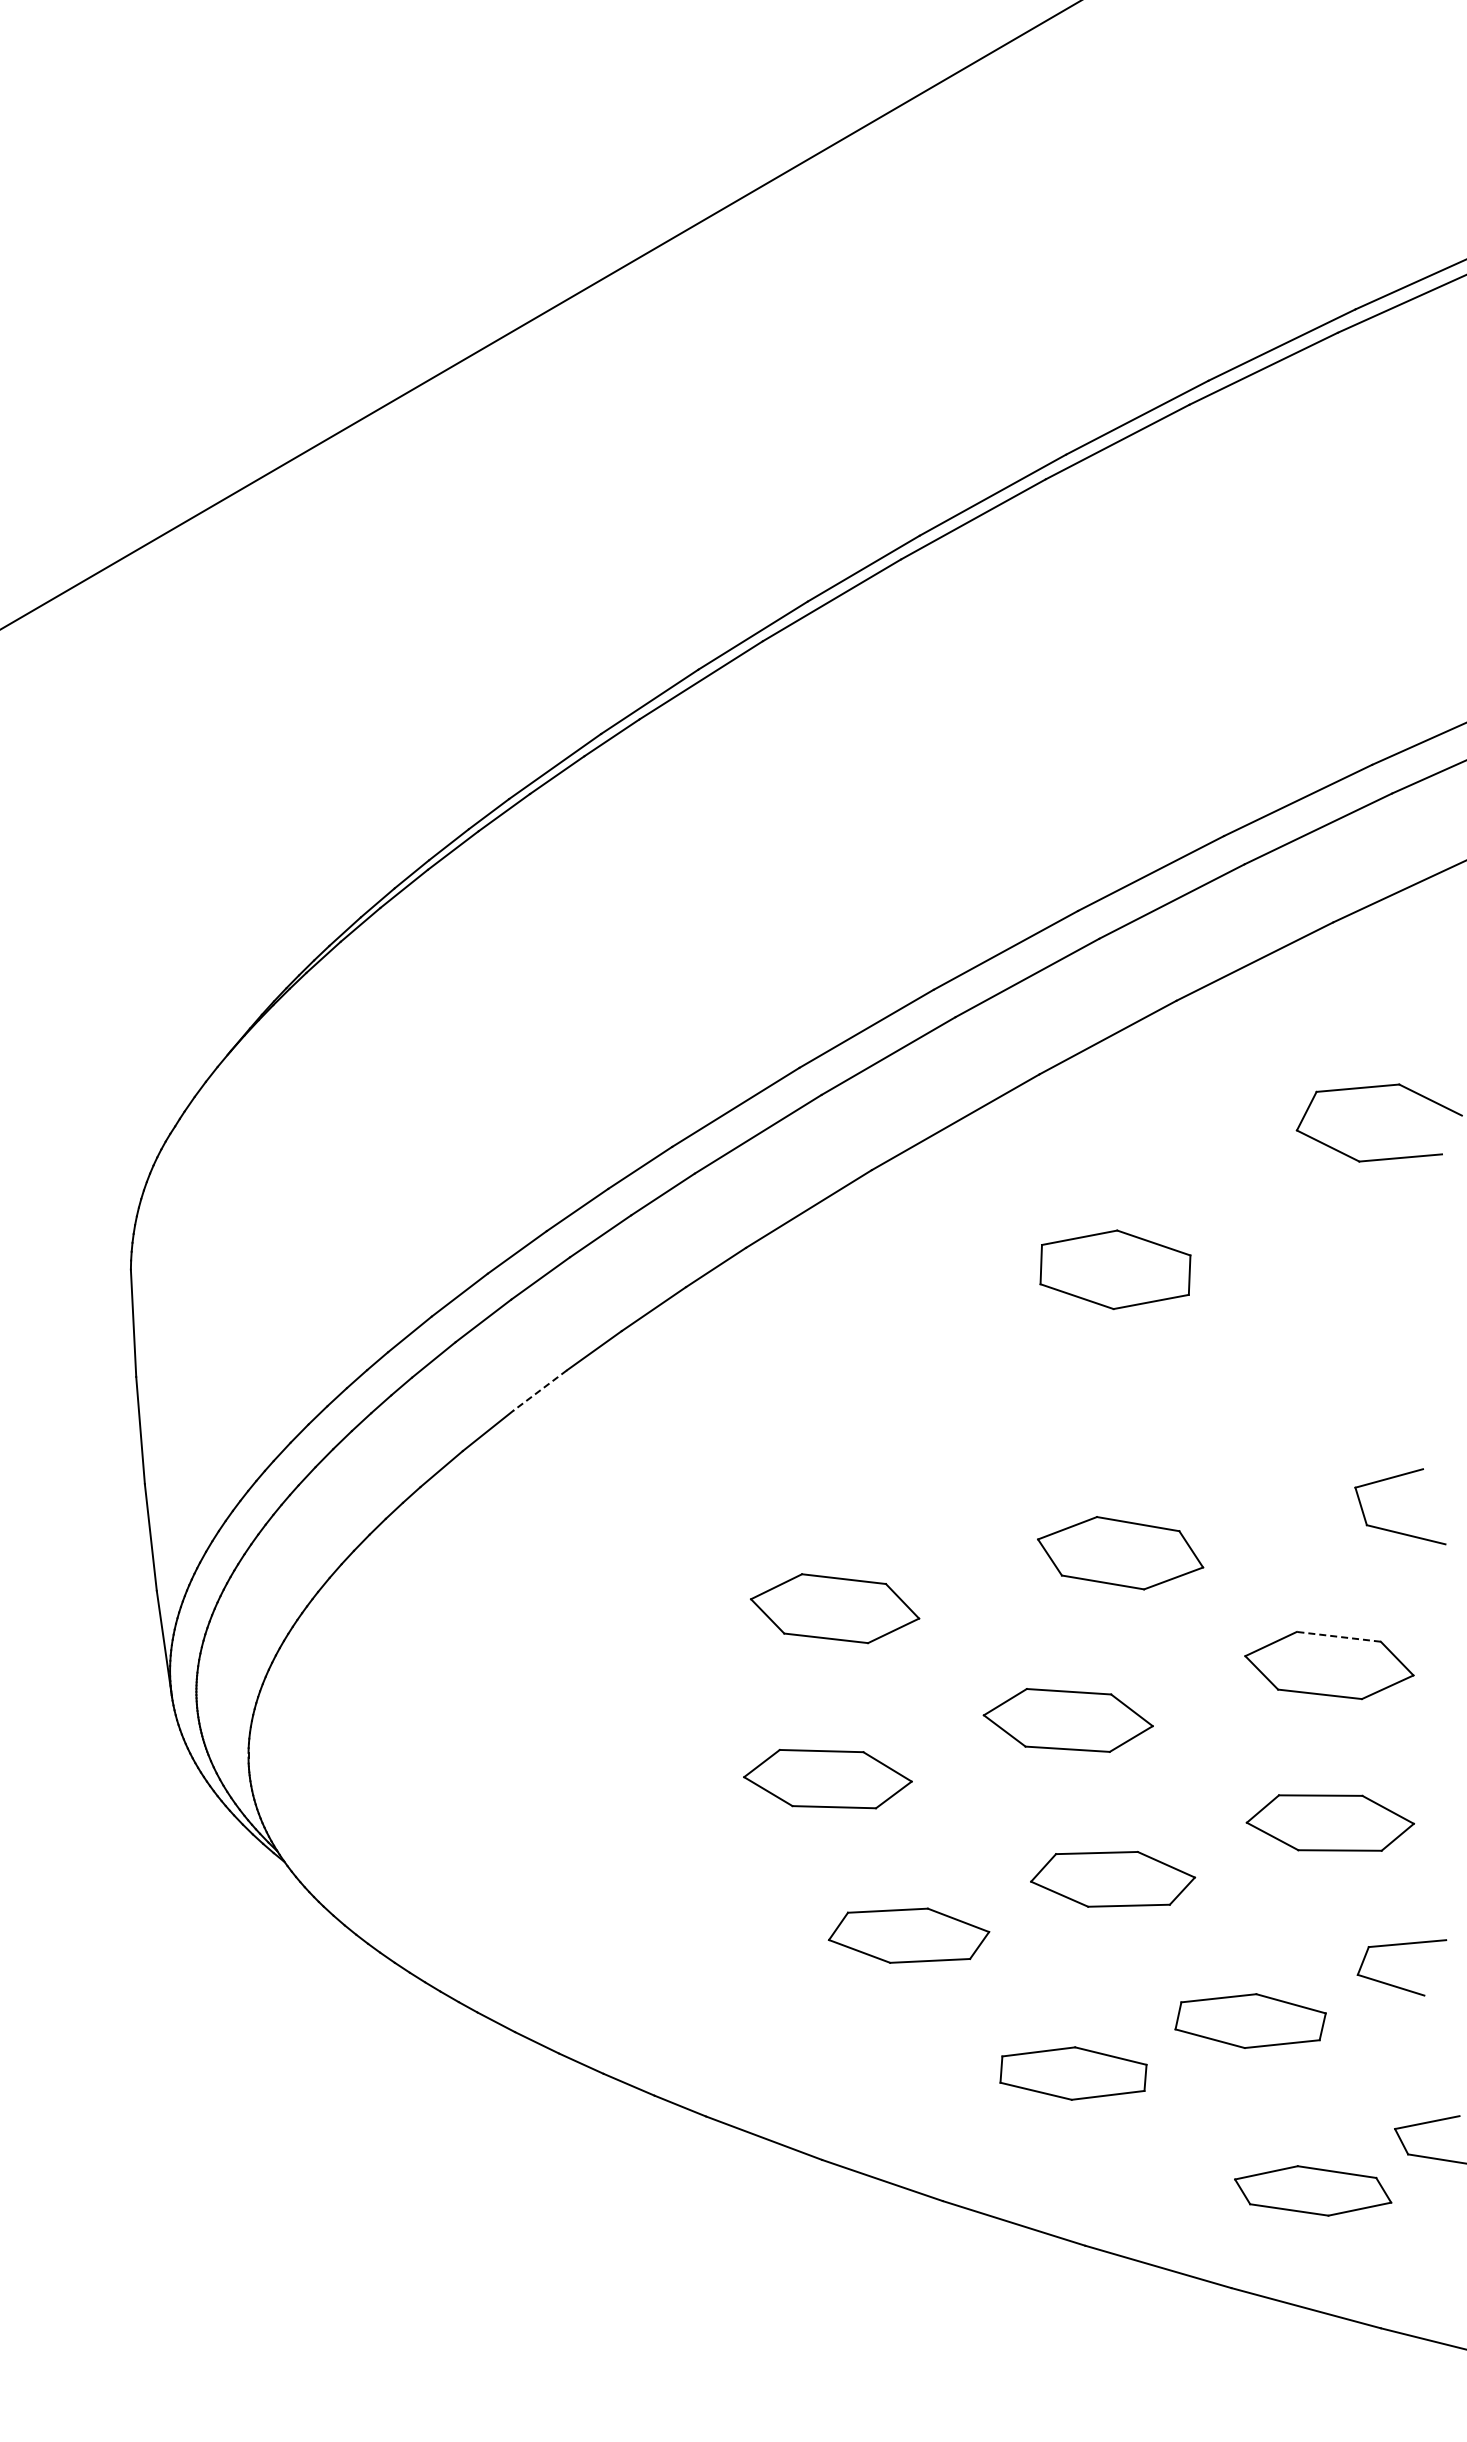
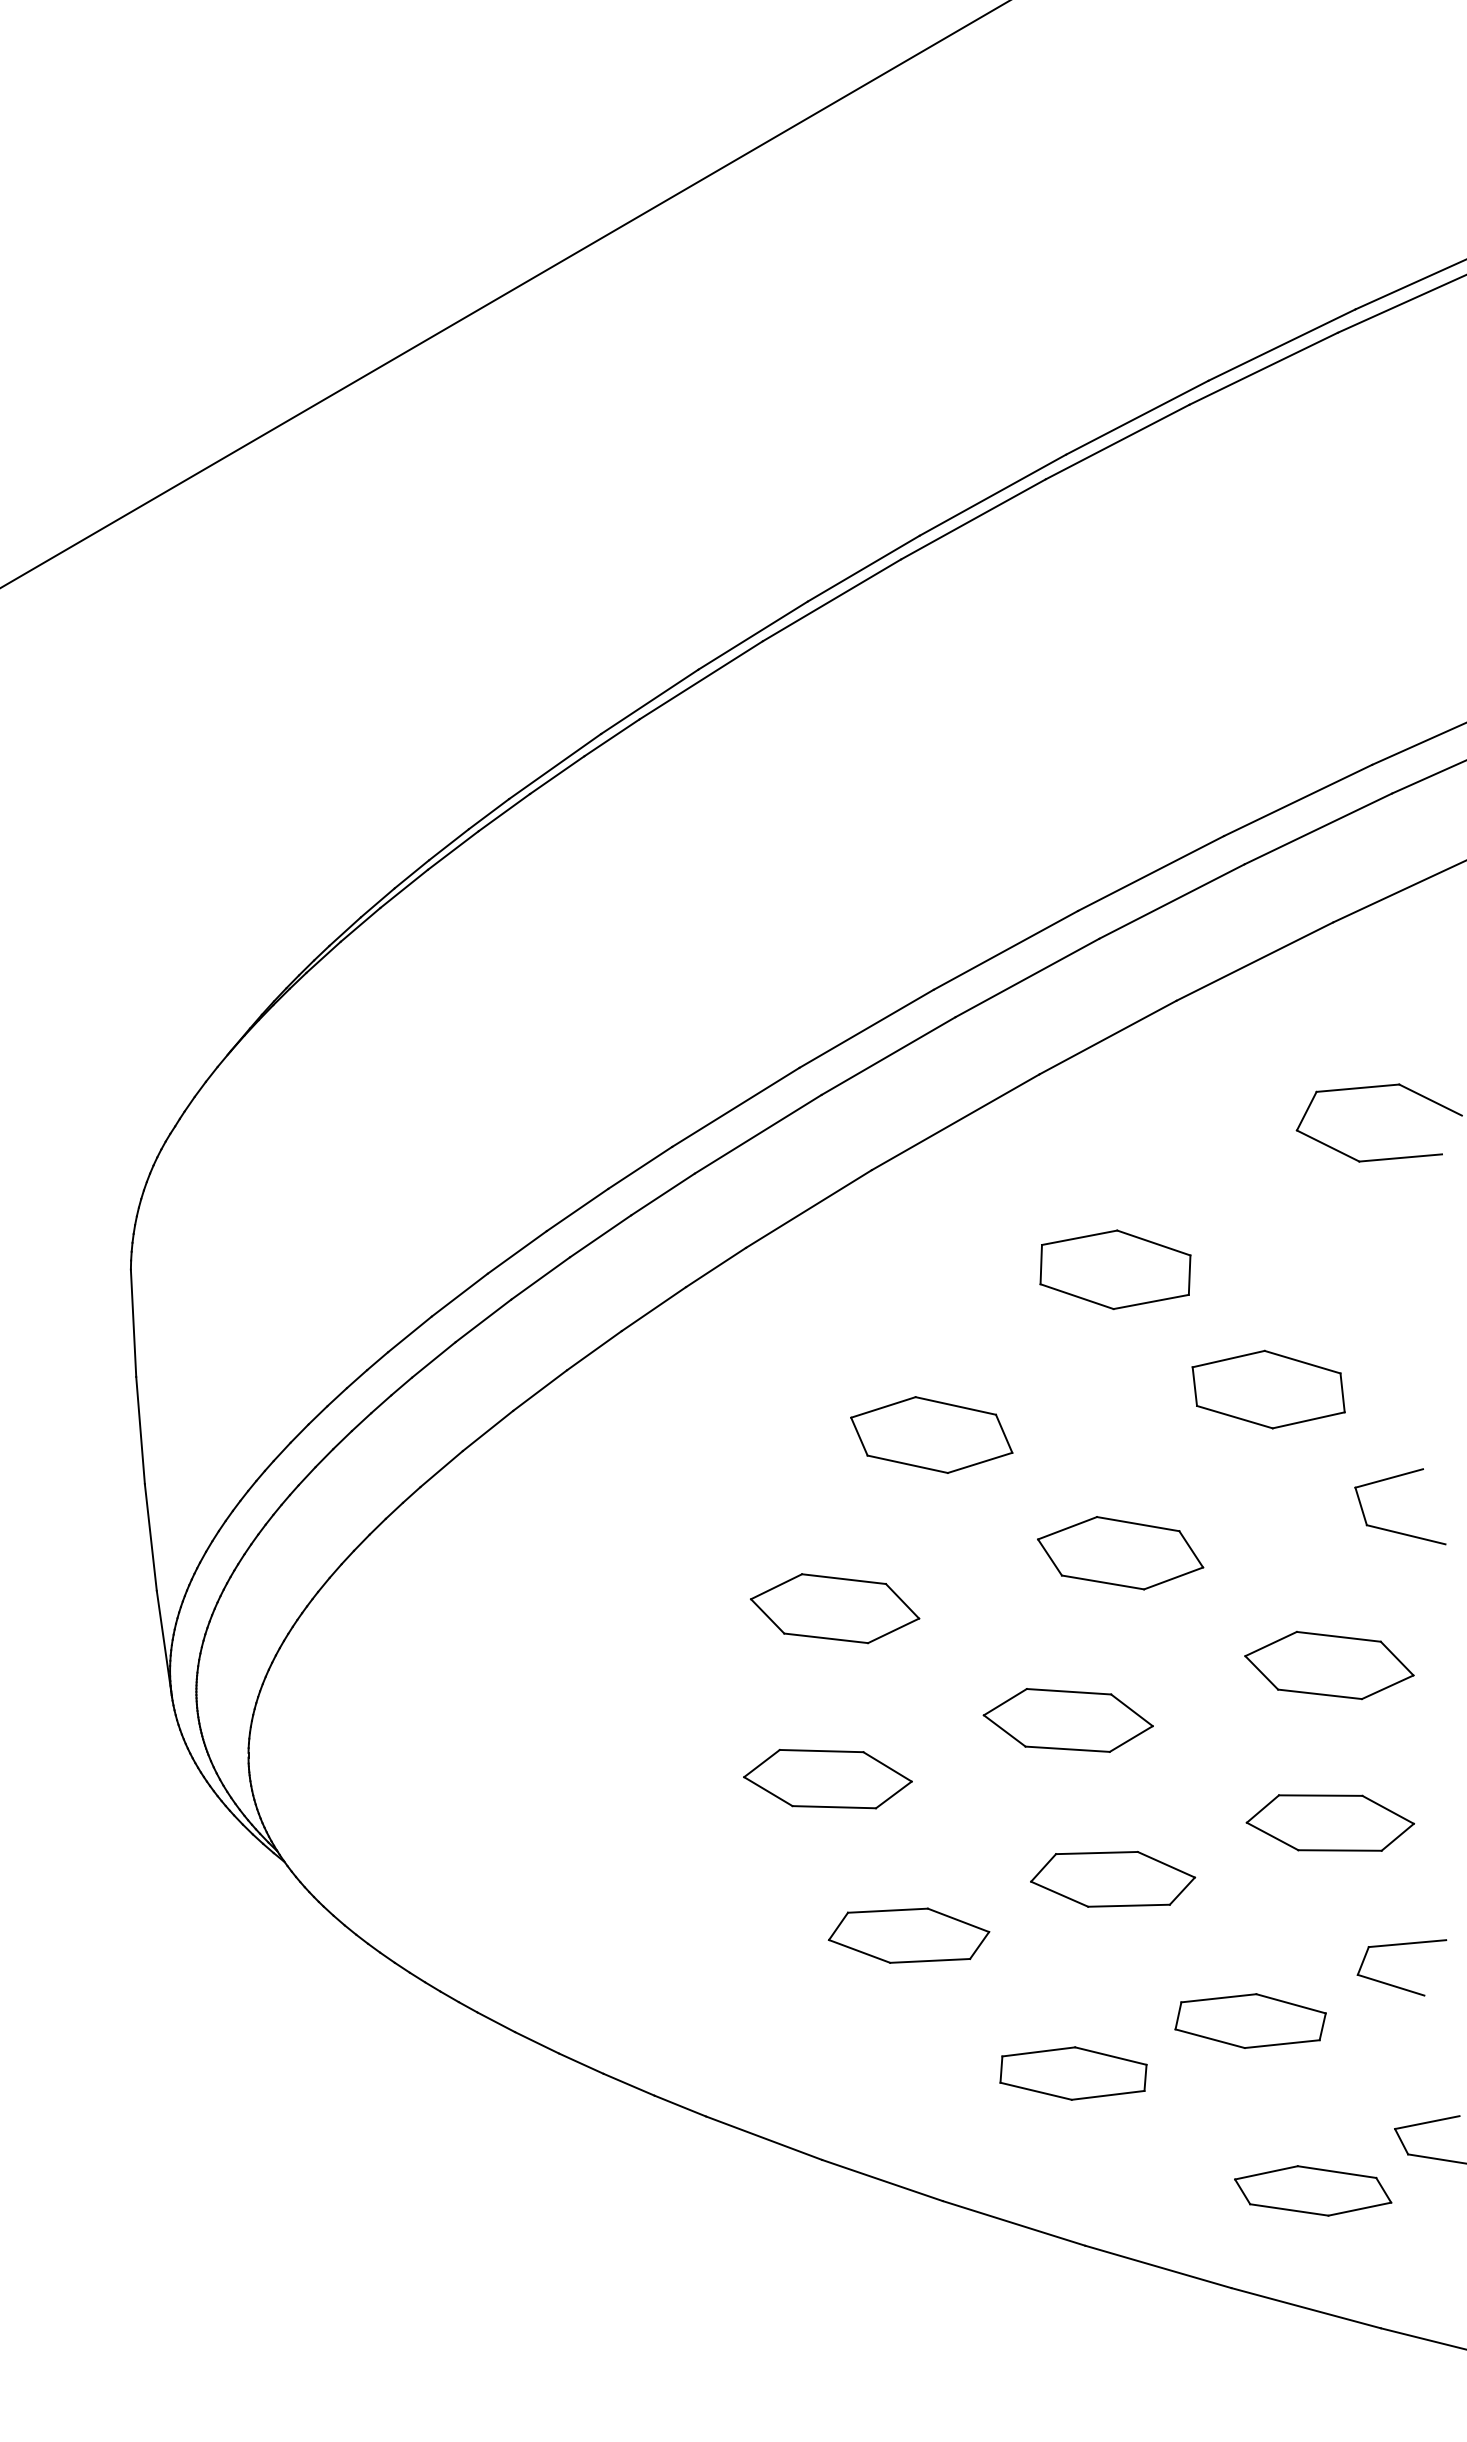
line at (540, 315) position: (540, 315) -> (504, 294)
part at (1268, 1389): none -> present
line at (540, 1390): dashed -> solid
part at (931, 1434): none -> present
line at (1338, 1636): dashed -> solid
